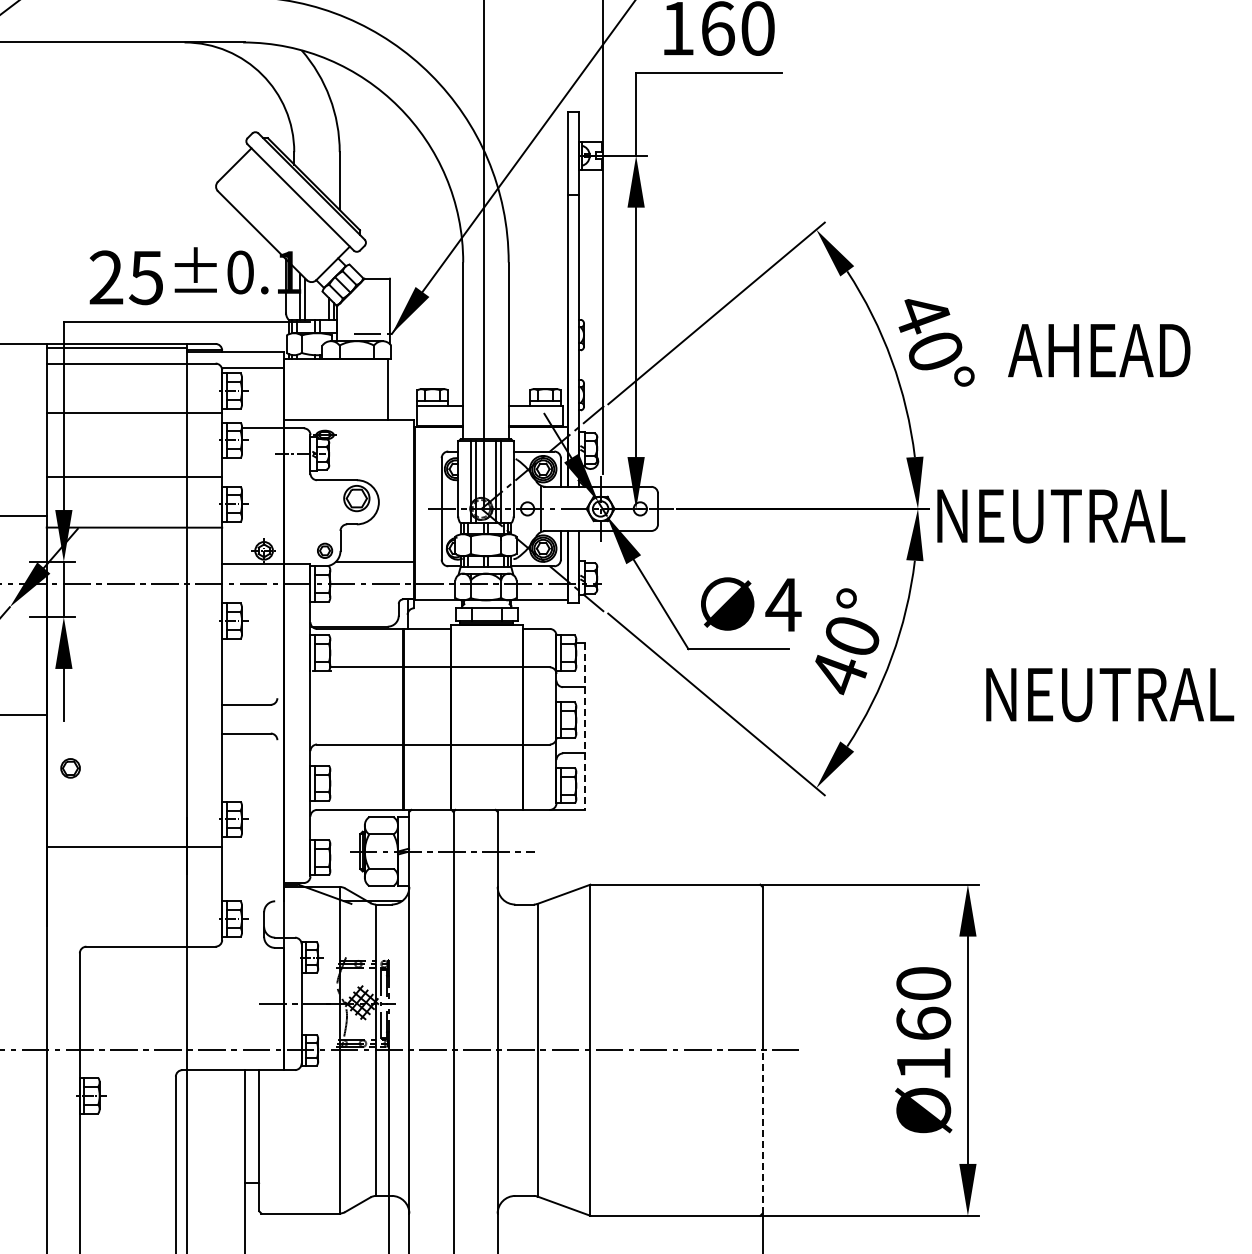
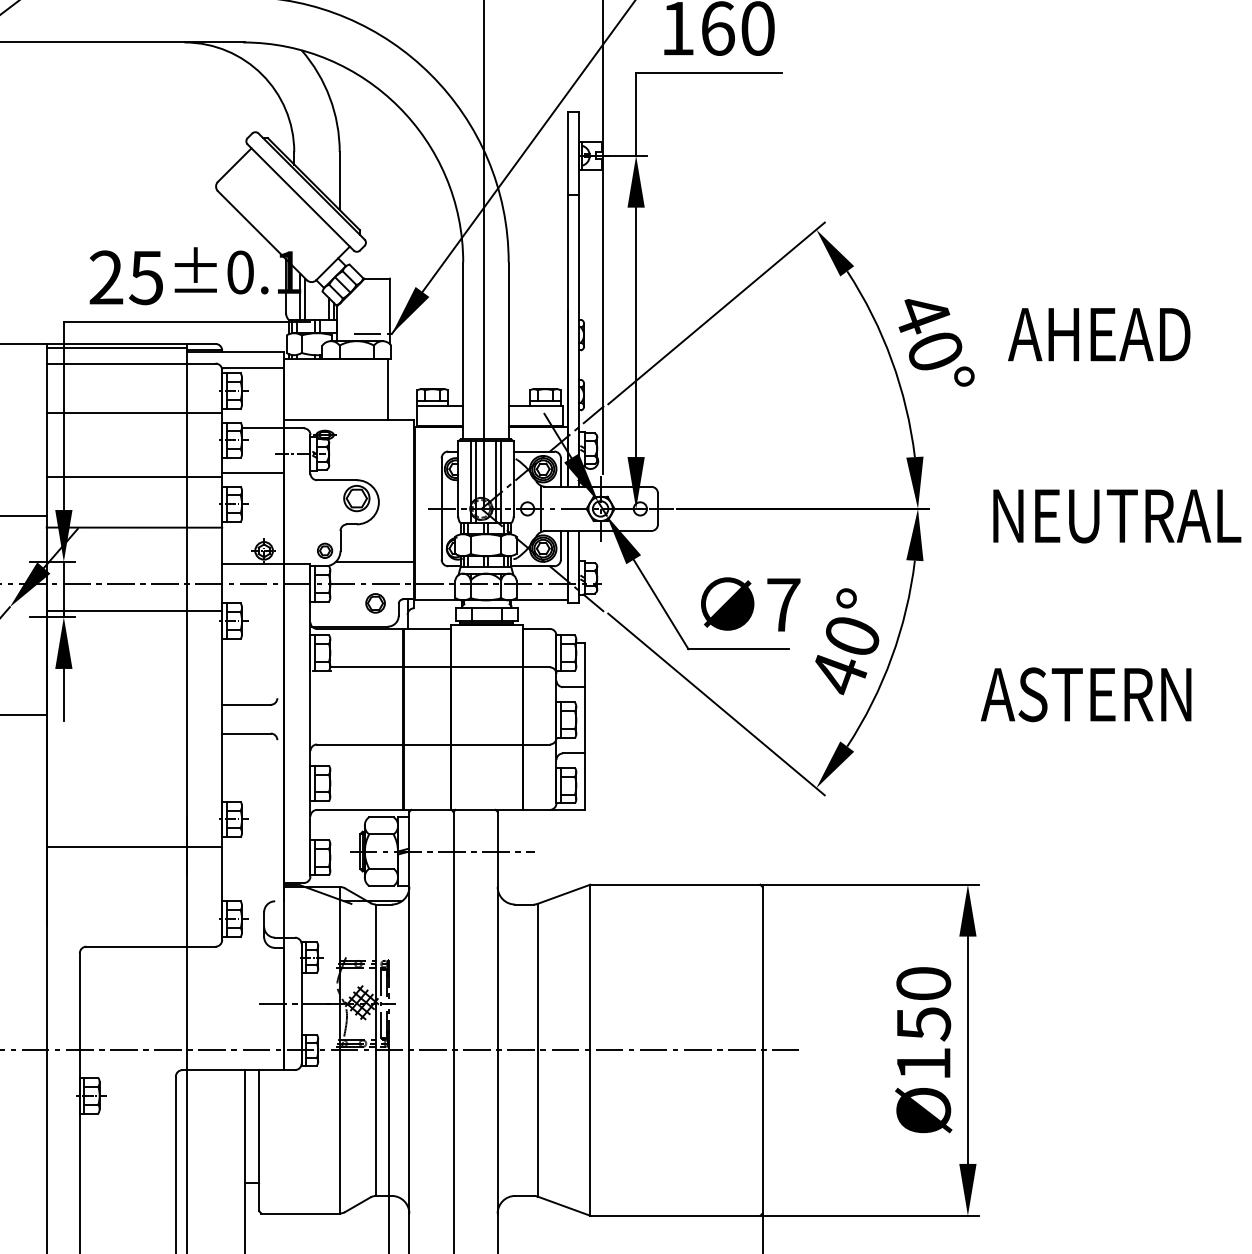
text at (1099, 350) position: (1099, 350) -> (1099, 334)
line at (253, 473): none -> present
text at (1061, 516) position: (1061, 516) -> (1117, 516)
text at (783, 604): 4 -> 7
line at (134, 611): none -> present
text at (1107, 694): NEUTRAL -> ASTERN
line at (585, 726): dashed -> solid
part at (70, 768) position: (70, 768) -> (375, 603)
text at (923, 1023): Ø160 -> Ø150
line at (762, 1131): dashed -> solid
